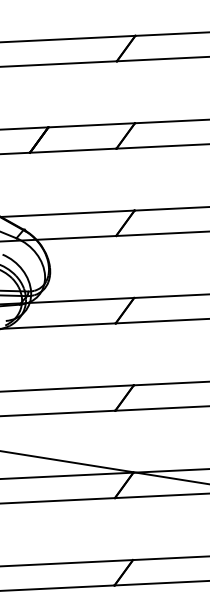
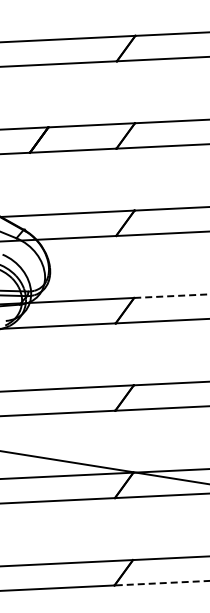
line at (172, 296): solid -> dashed
line at (161, 583): solid -> dashed
